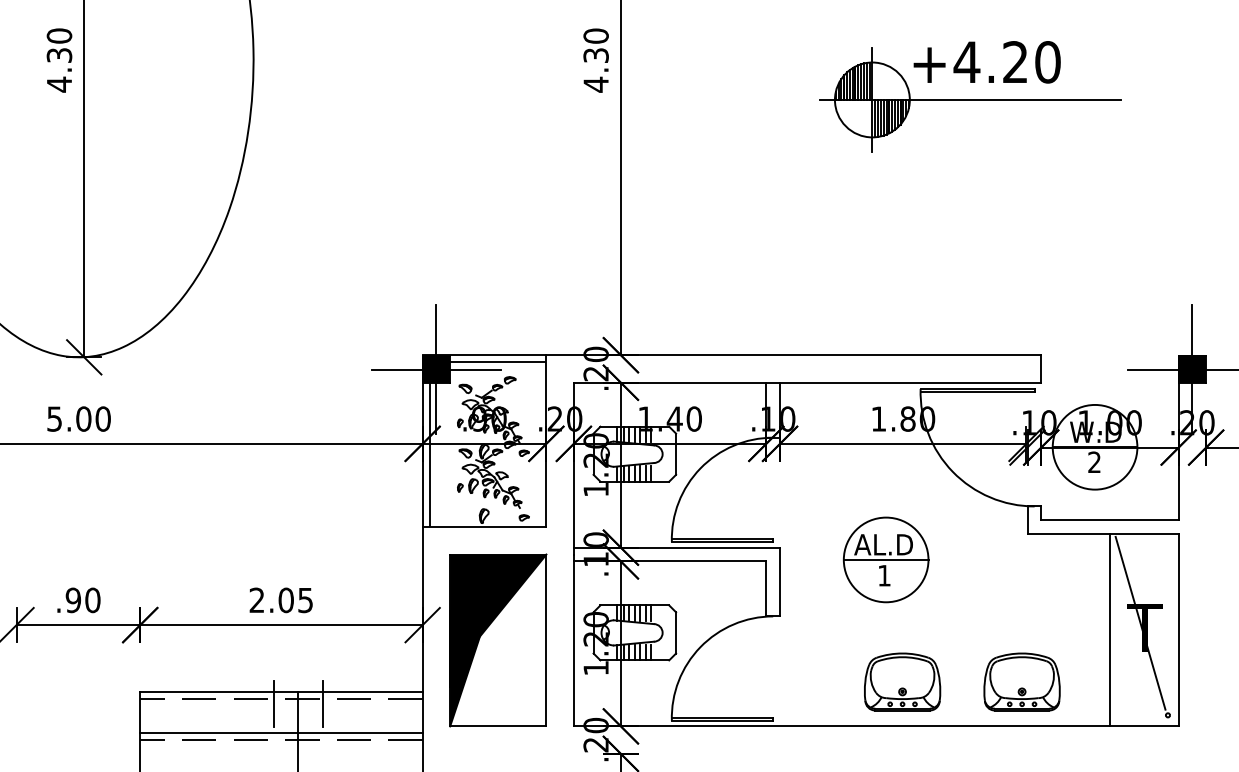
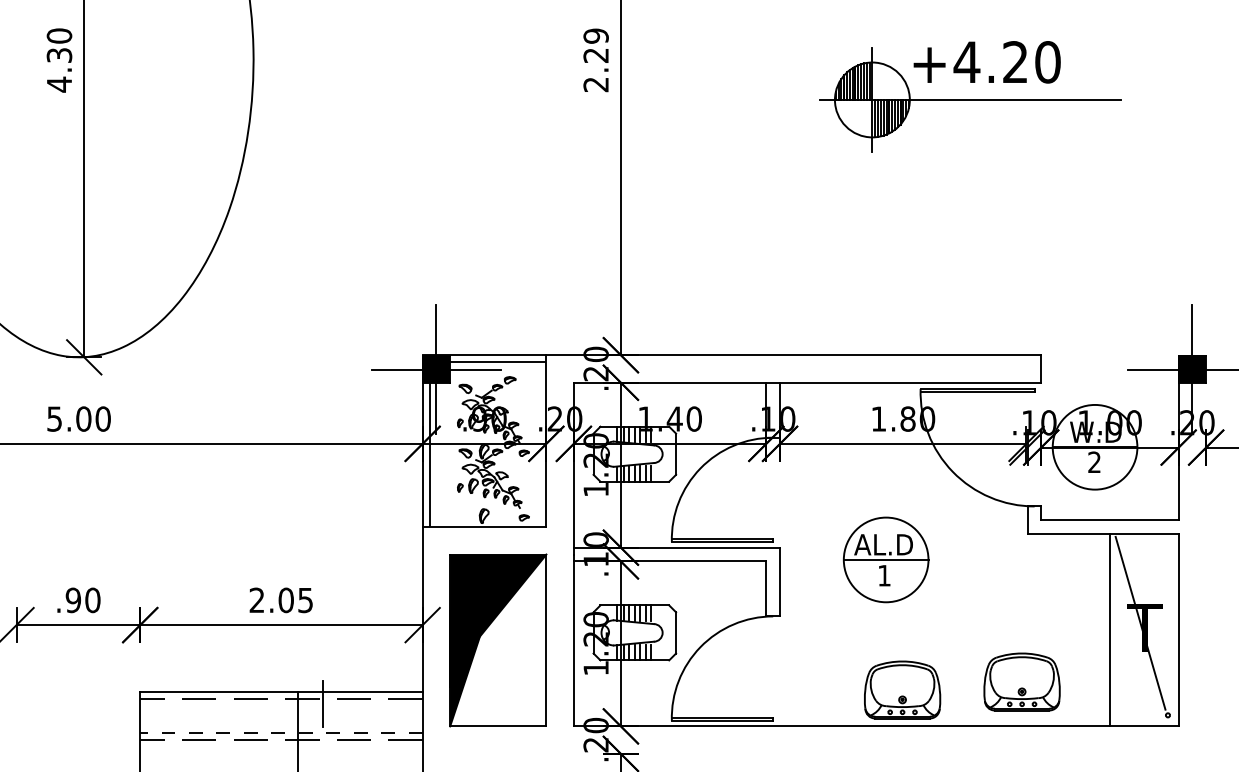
text at (595, 60): 4.30 -> 2.29
part at (902, 681) position: (902, 681) -> (902, 689)
line at (274, 703): present -> none
line at (280, 733): solid -> dashed
